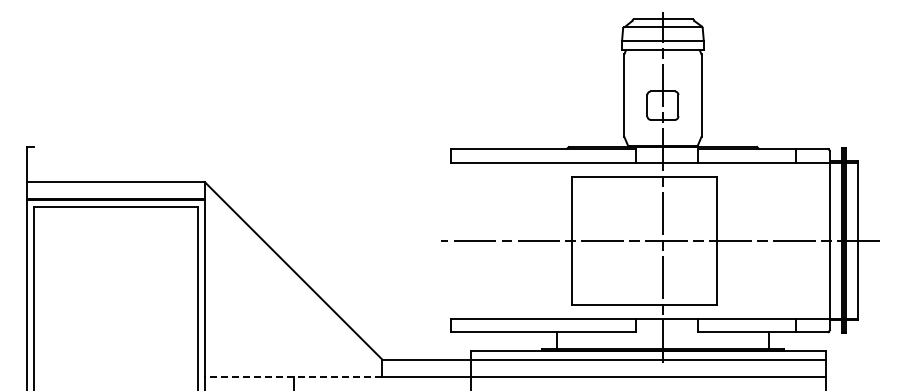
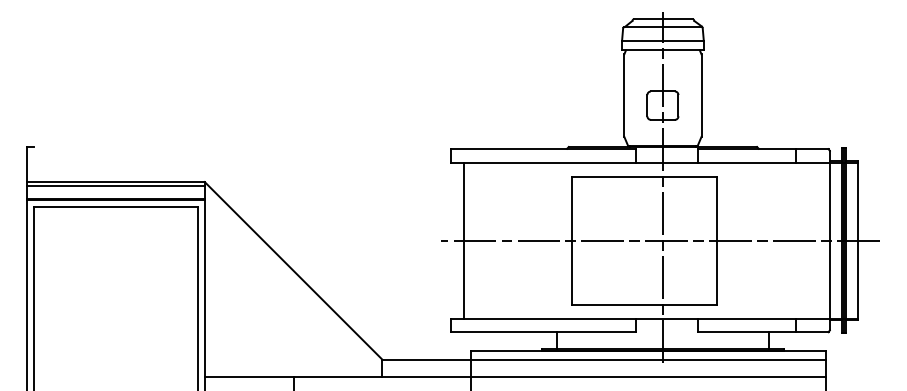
line at (115, 185): none -> present
line at (464, 240): none -> present
line at (293, 377): dashed -> solid
